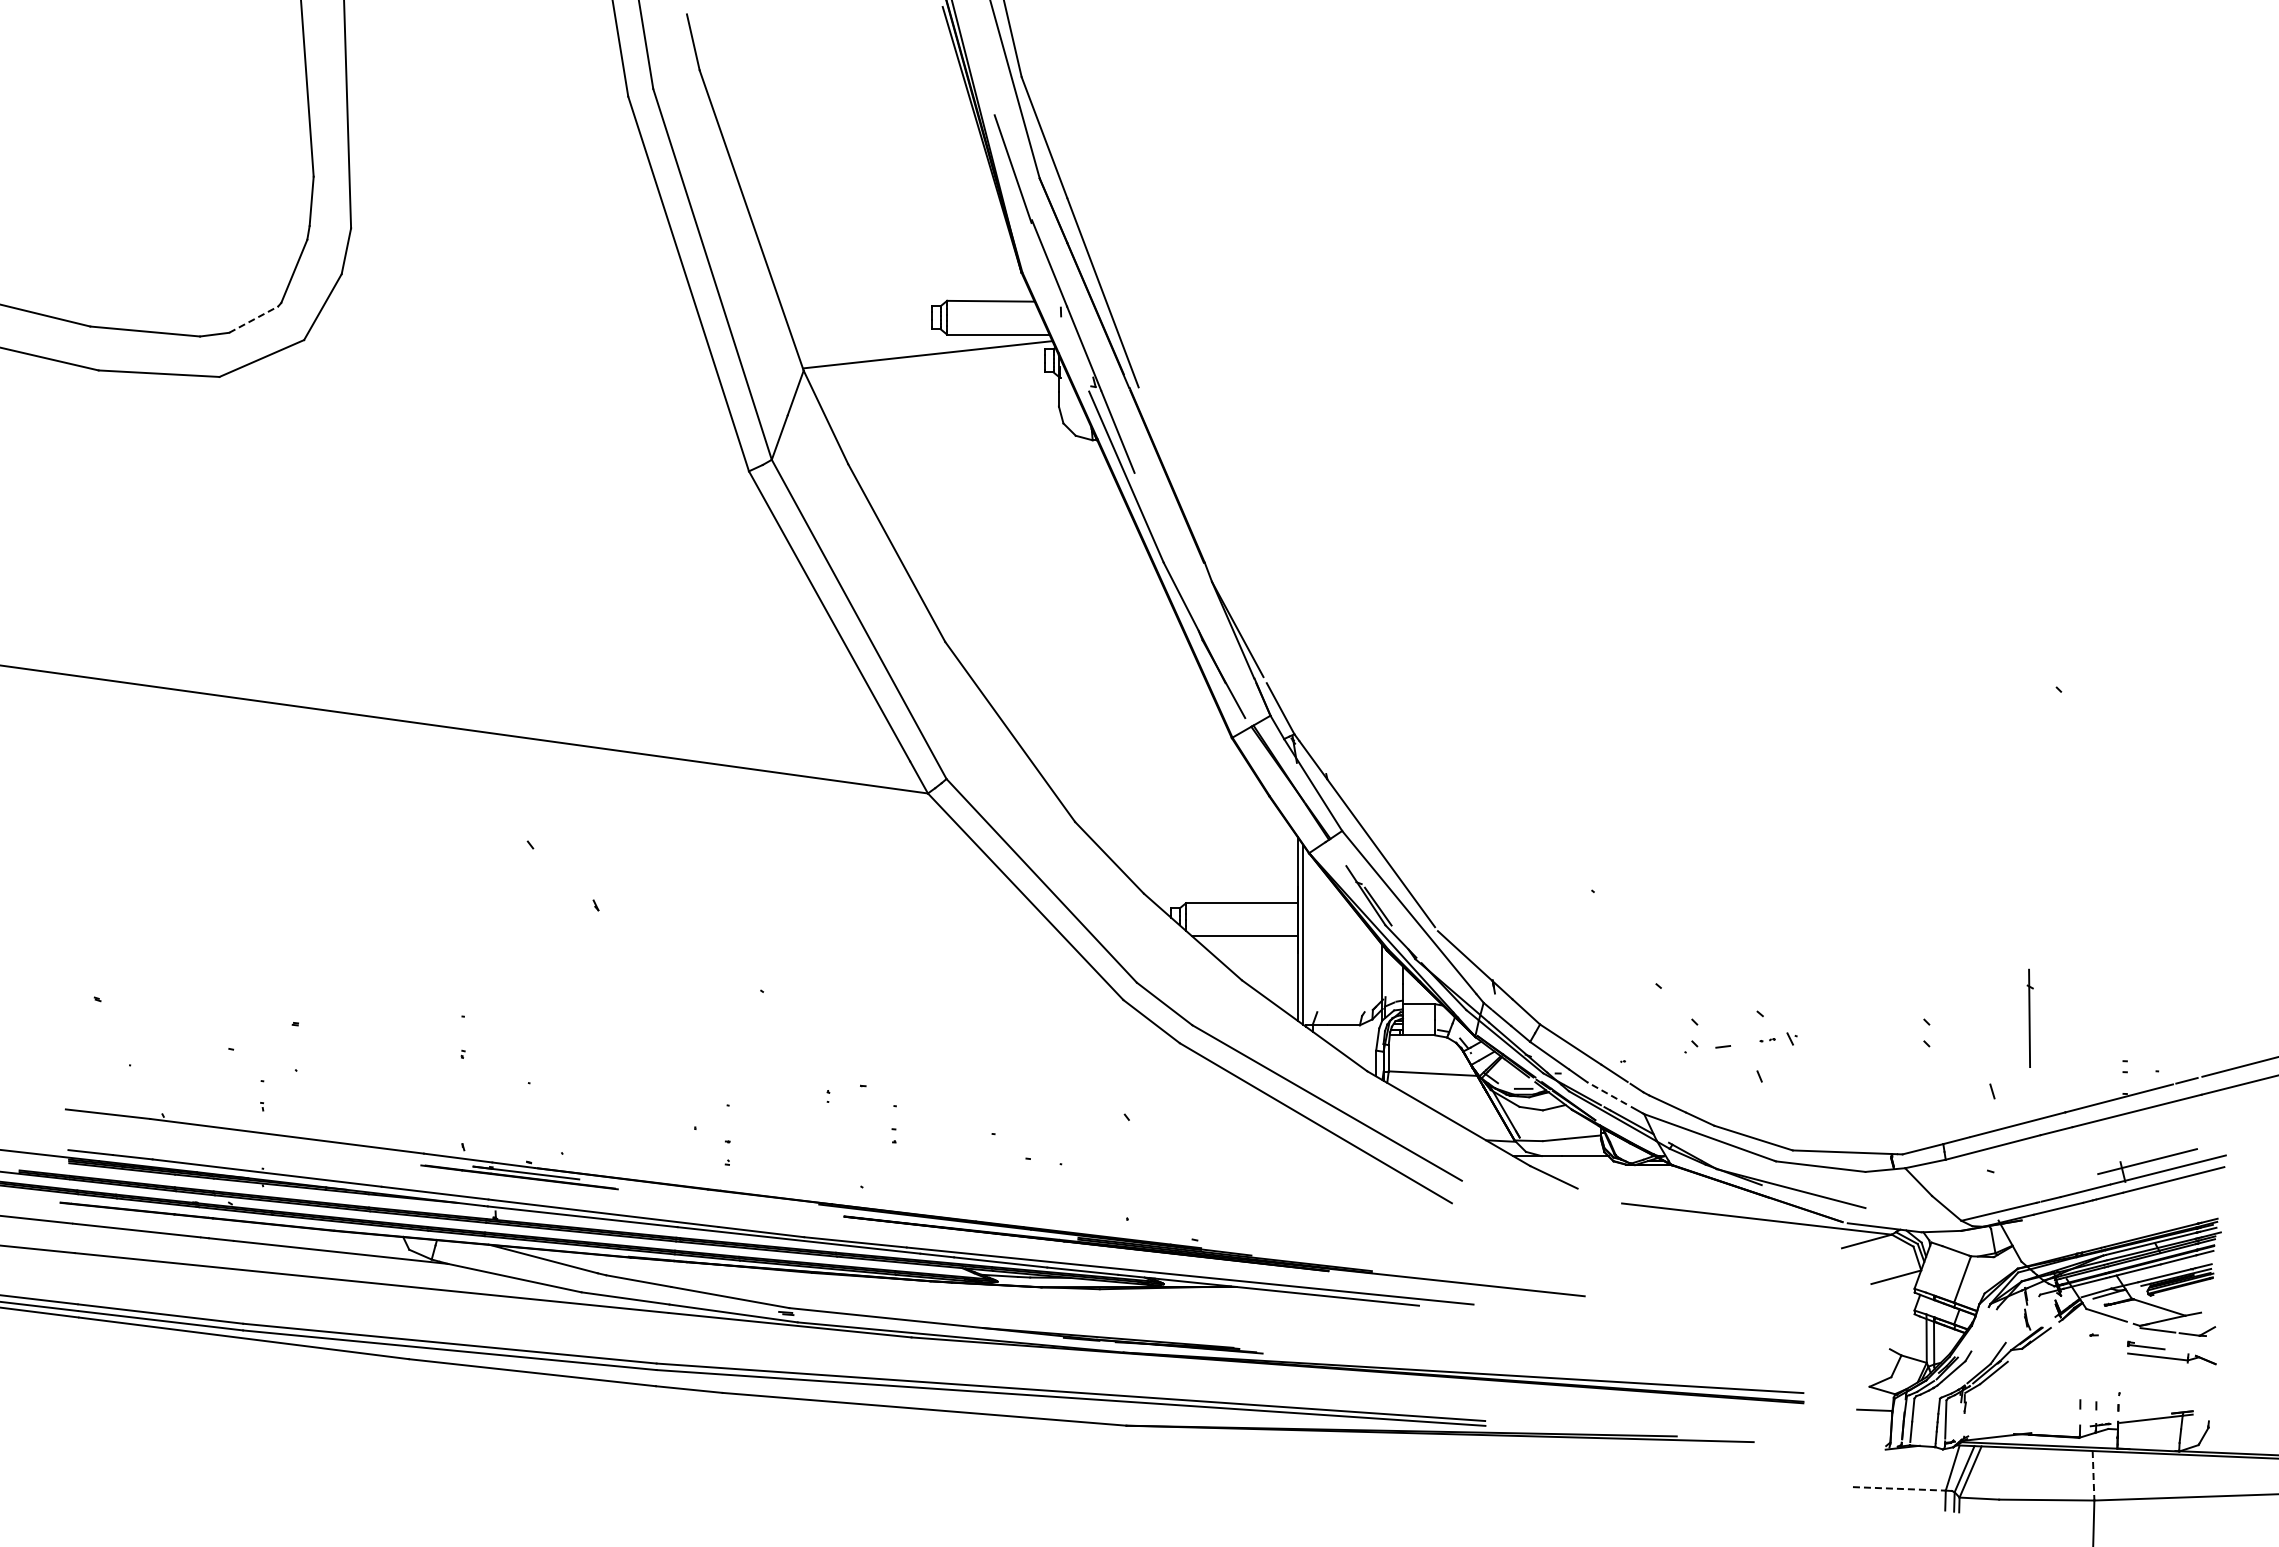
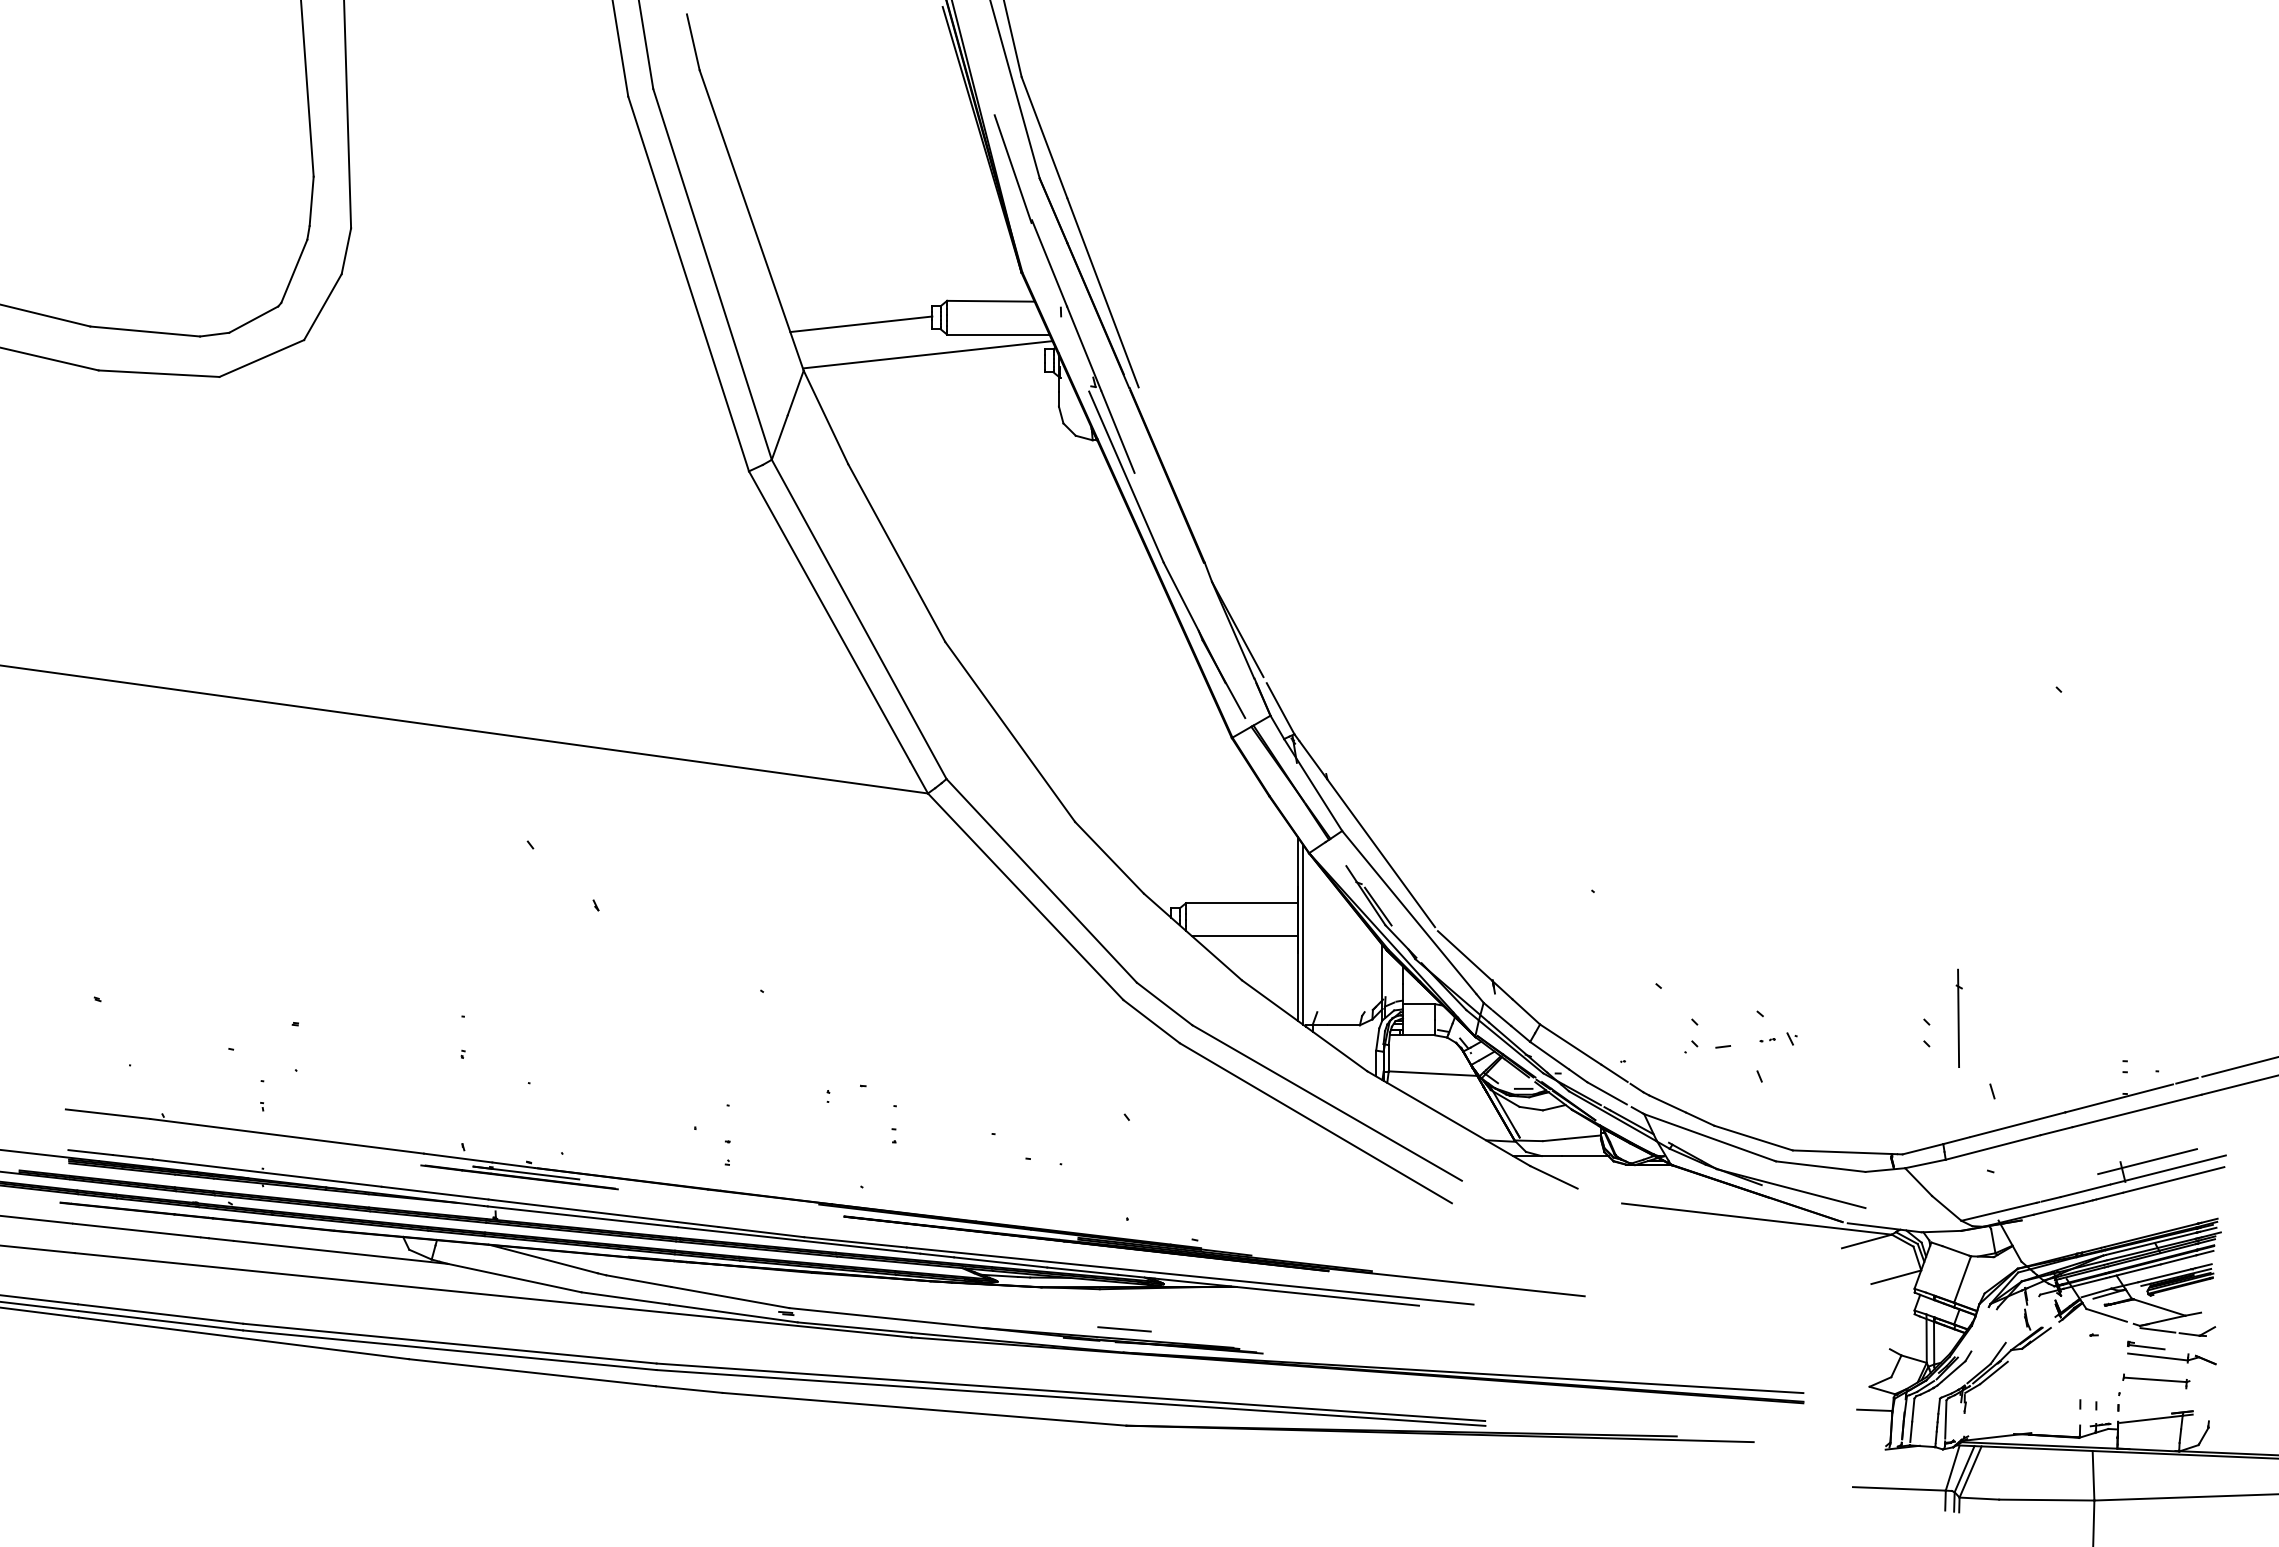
line at (253, 319): dashed -> solid
line at (861, 324): none -> present
part at (2029, 1017) position: (2029, 1017) -> (1958, 1017)
line at (1607, 1093): dashed -> solid
line at (1124, 1329): none -> present
part at (2156, 1381): none -> present
line at (2093, 1475): dashed -> solid
line at (1899, 1488): dashed -> solid
